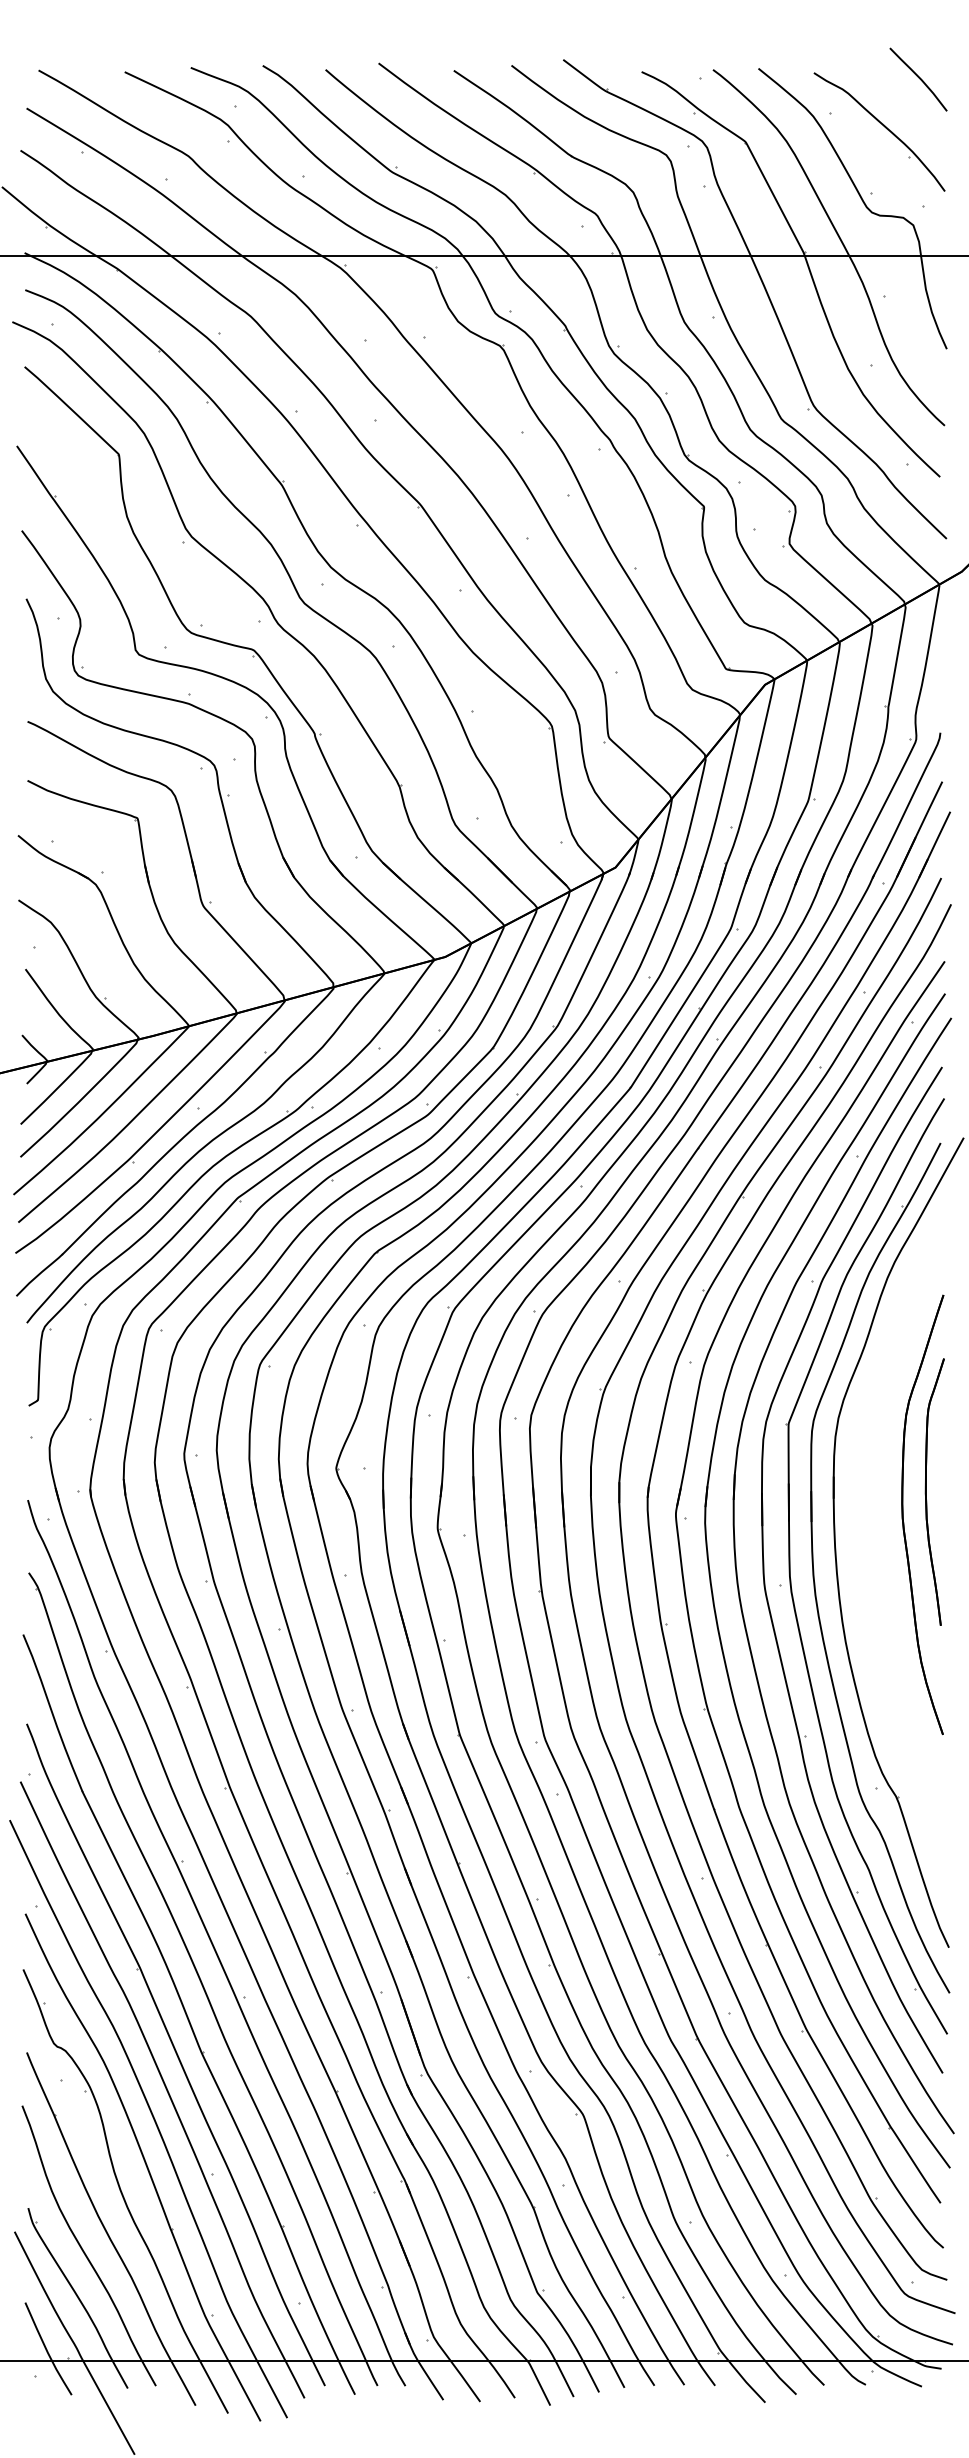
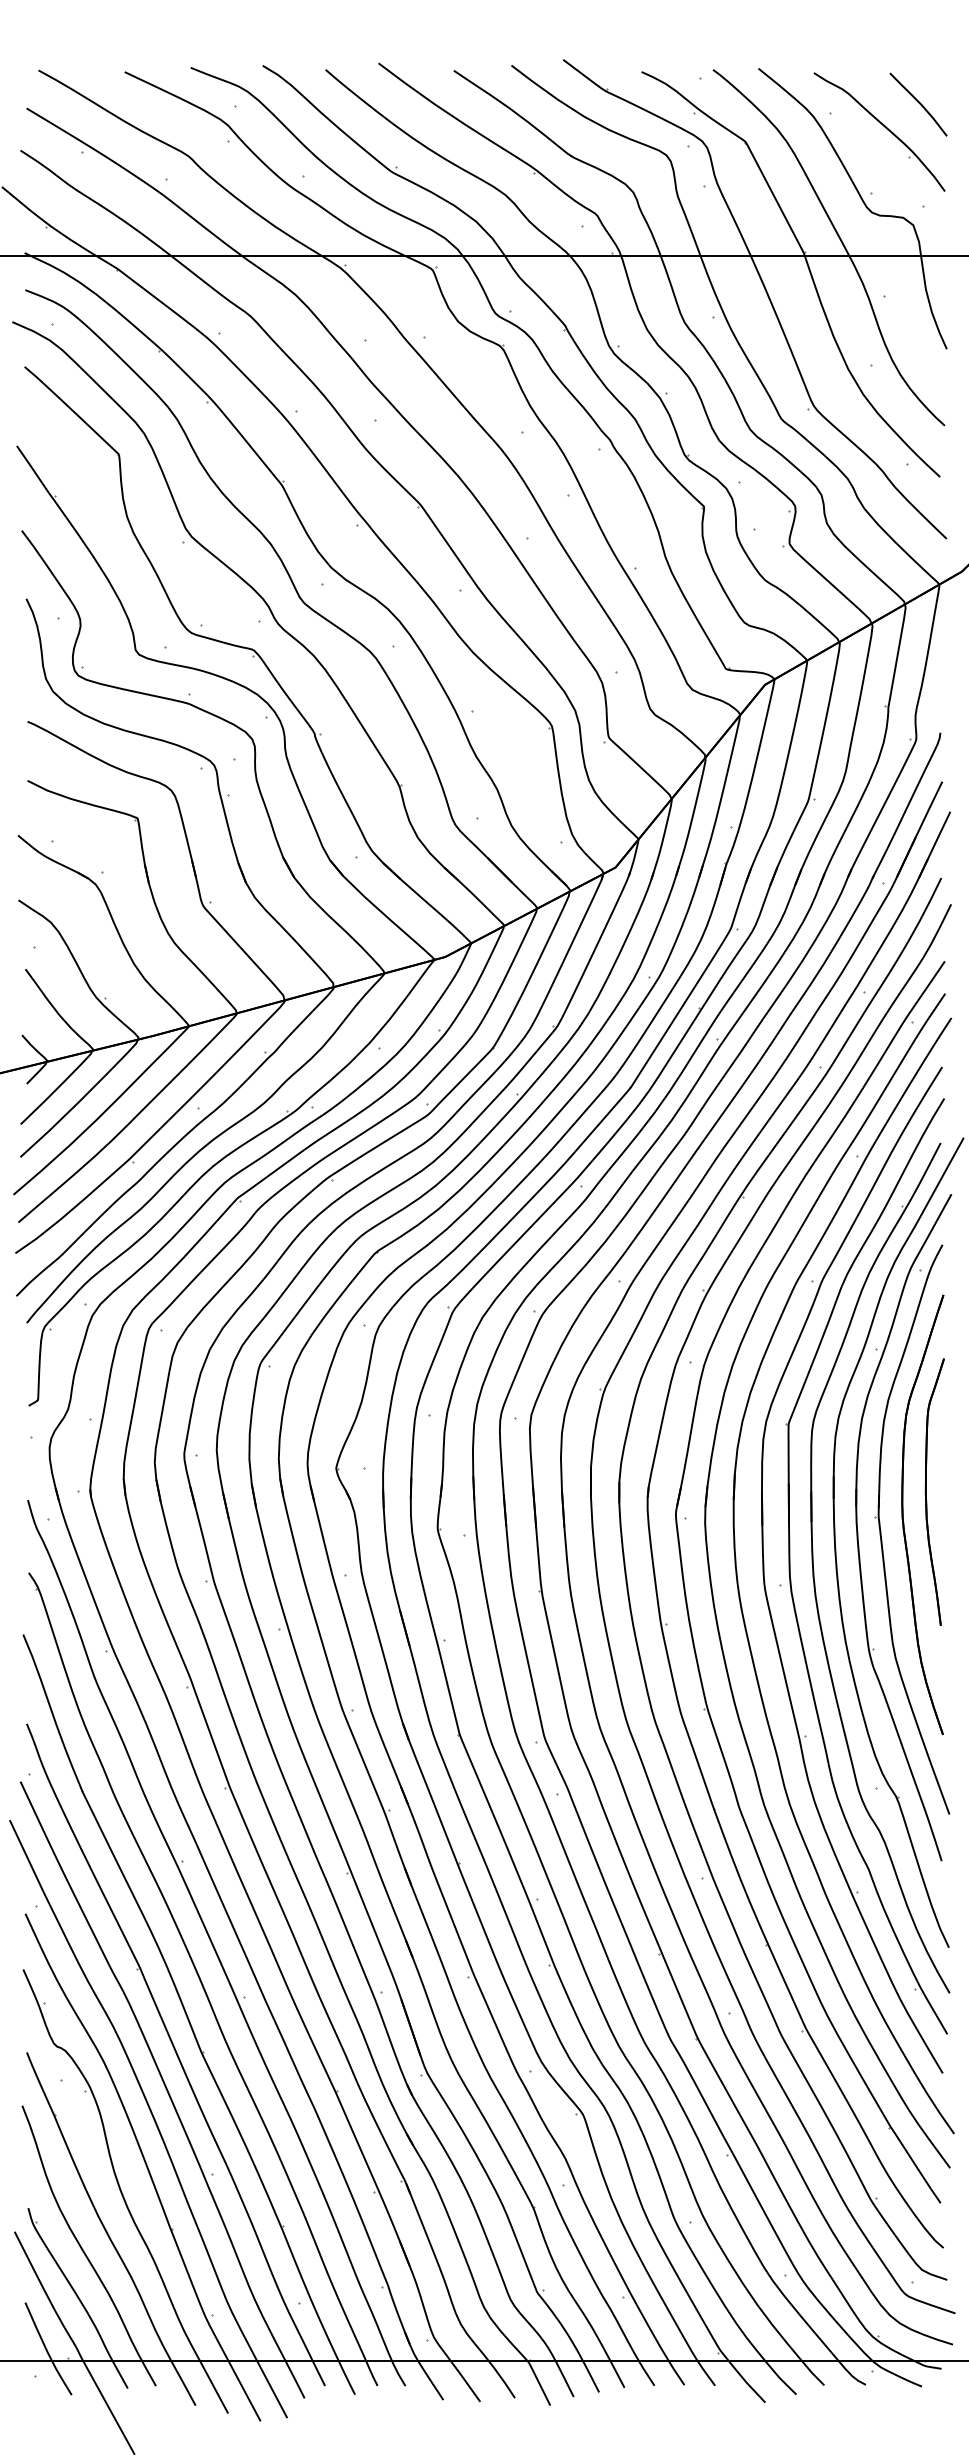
curve at (918, 78) position: (918, 78) -> (918, 103)
part at (881, 1530): none -> present
